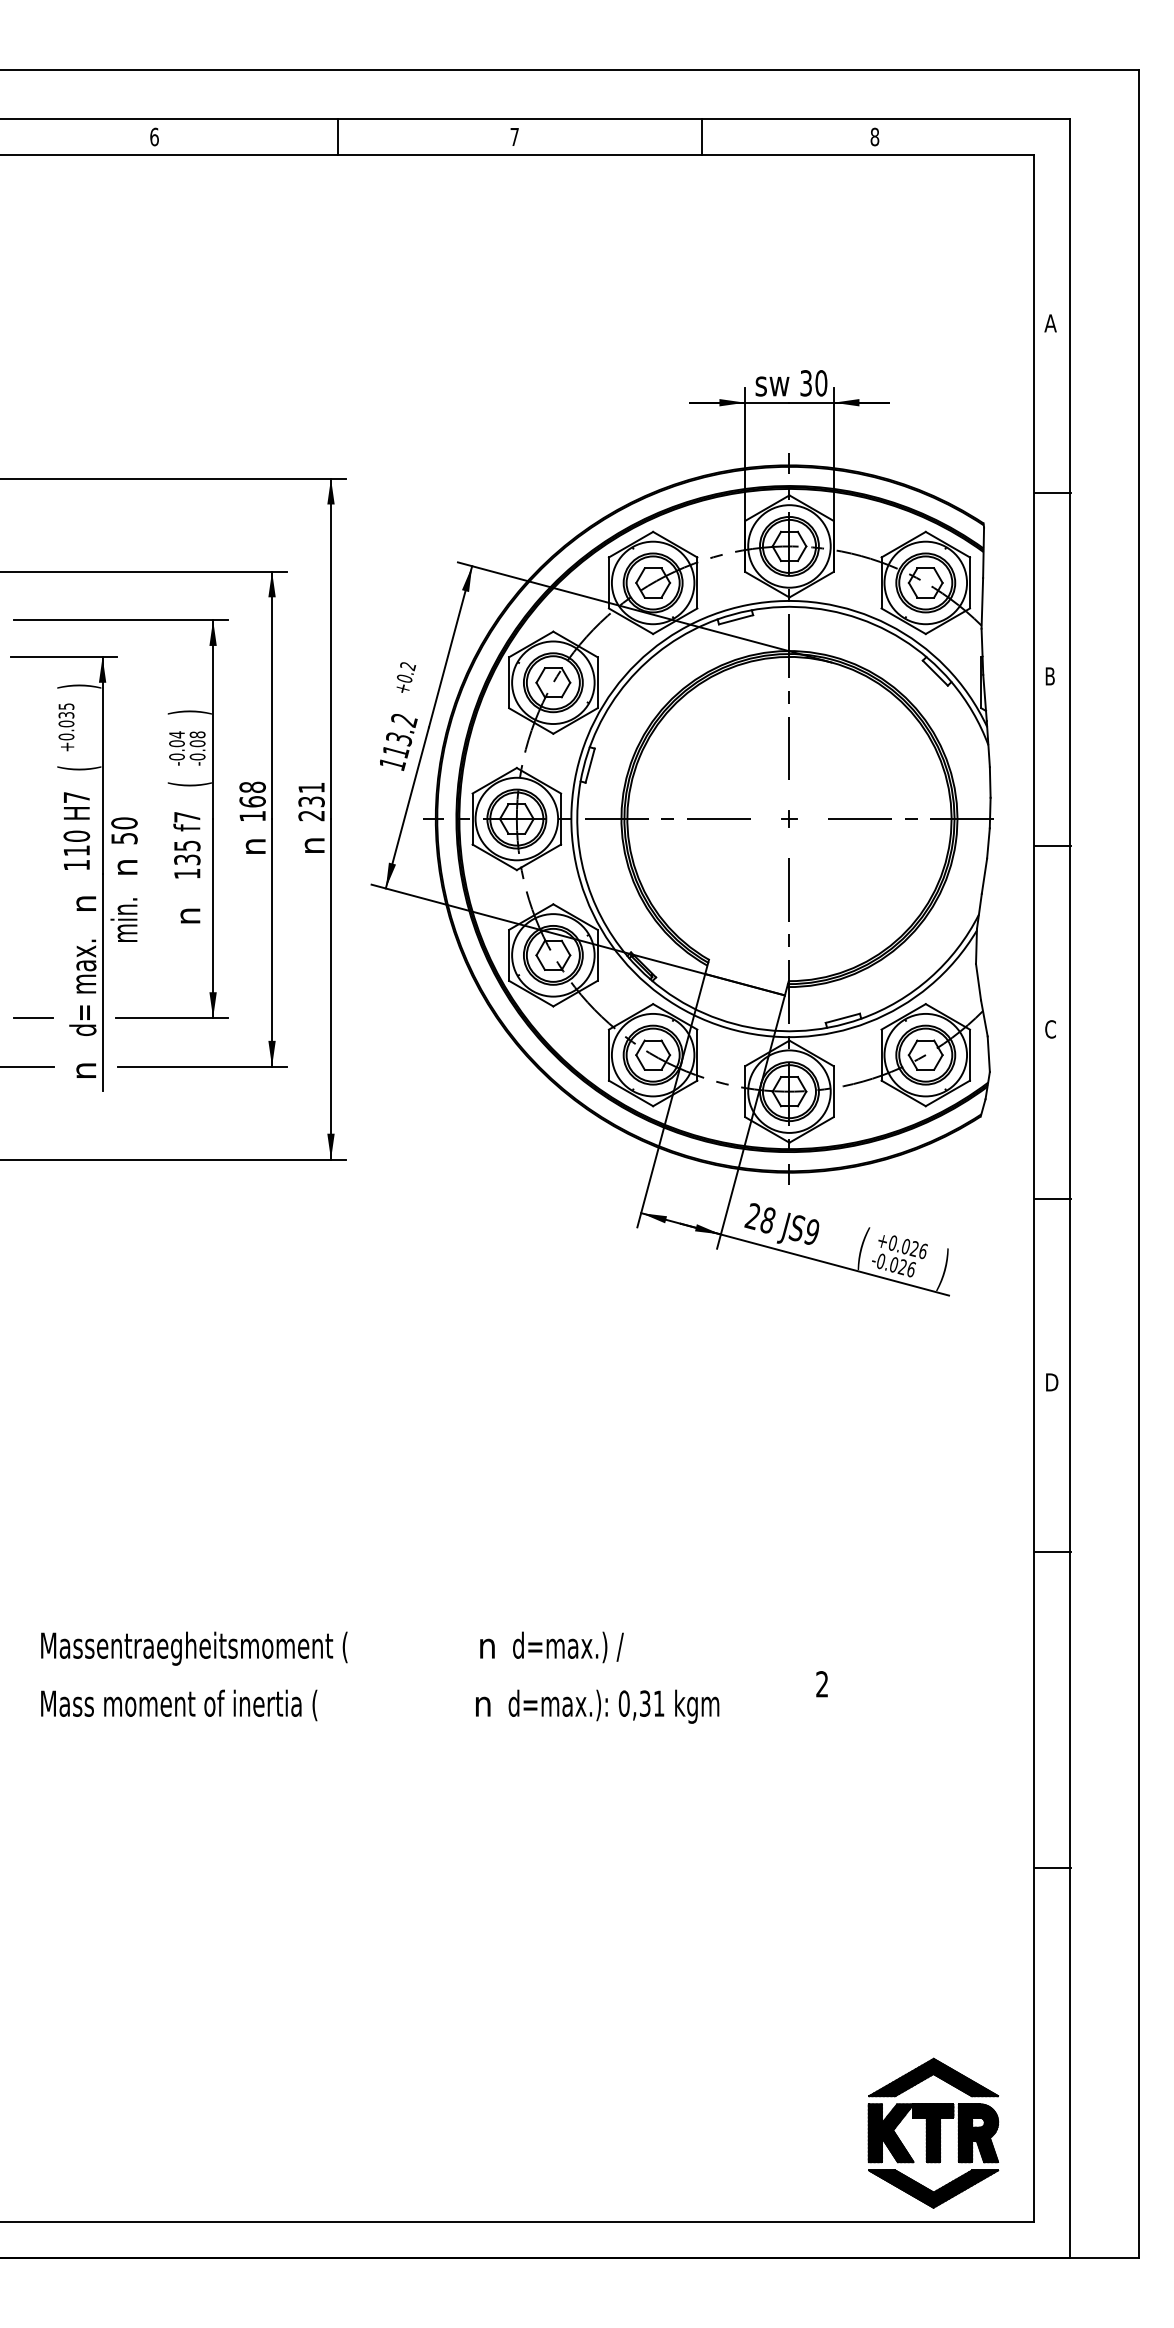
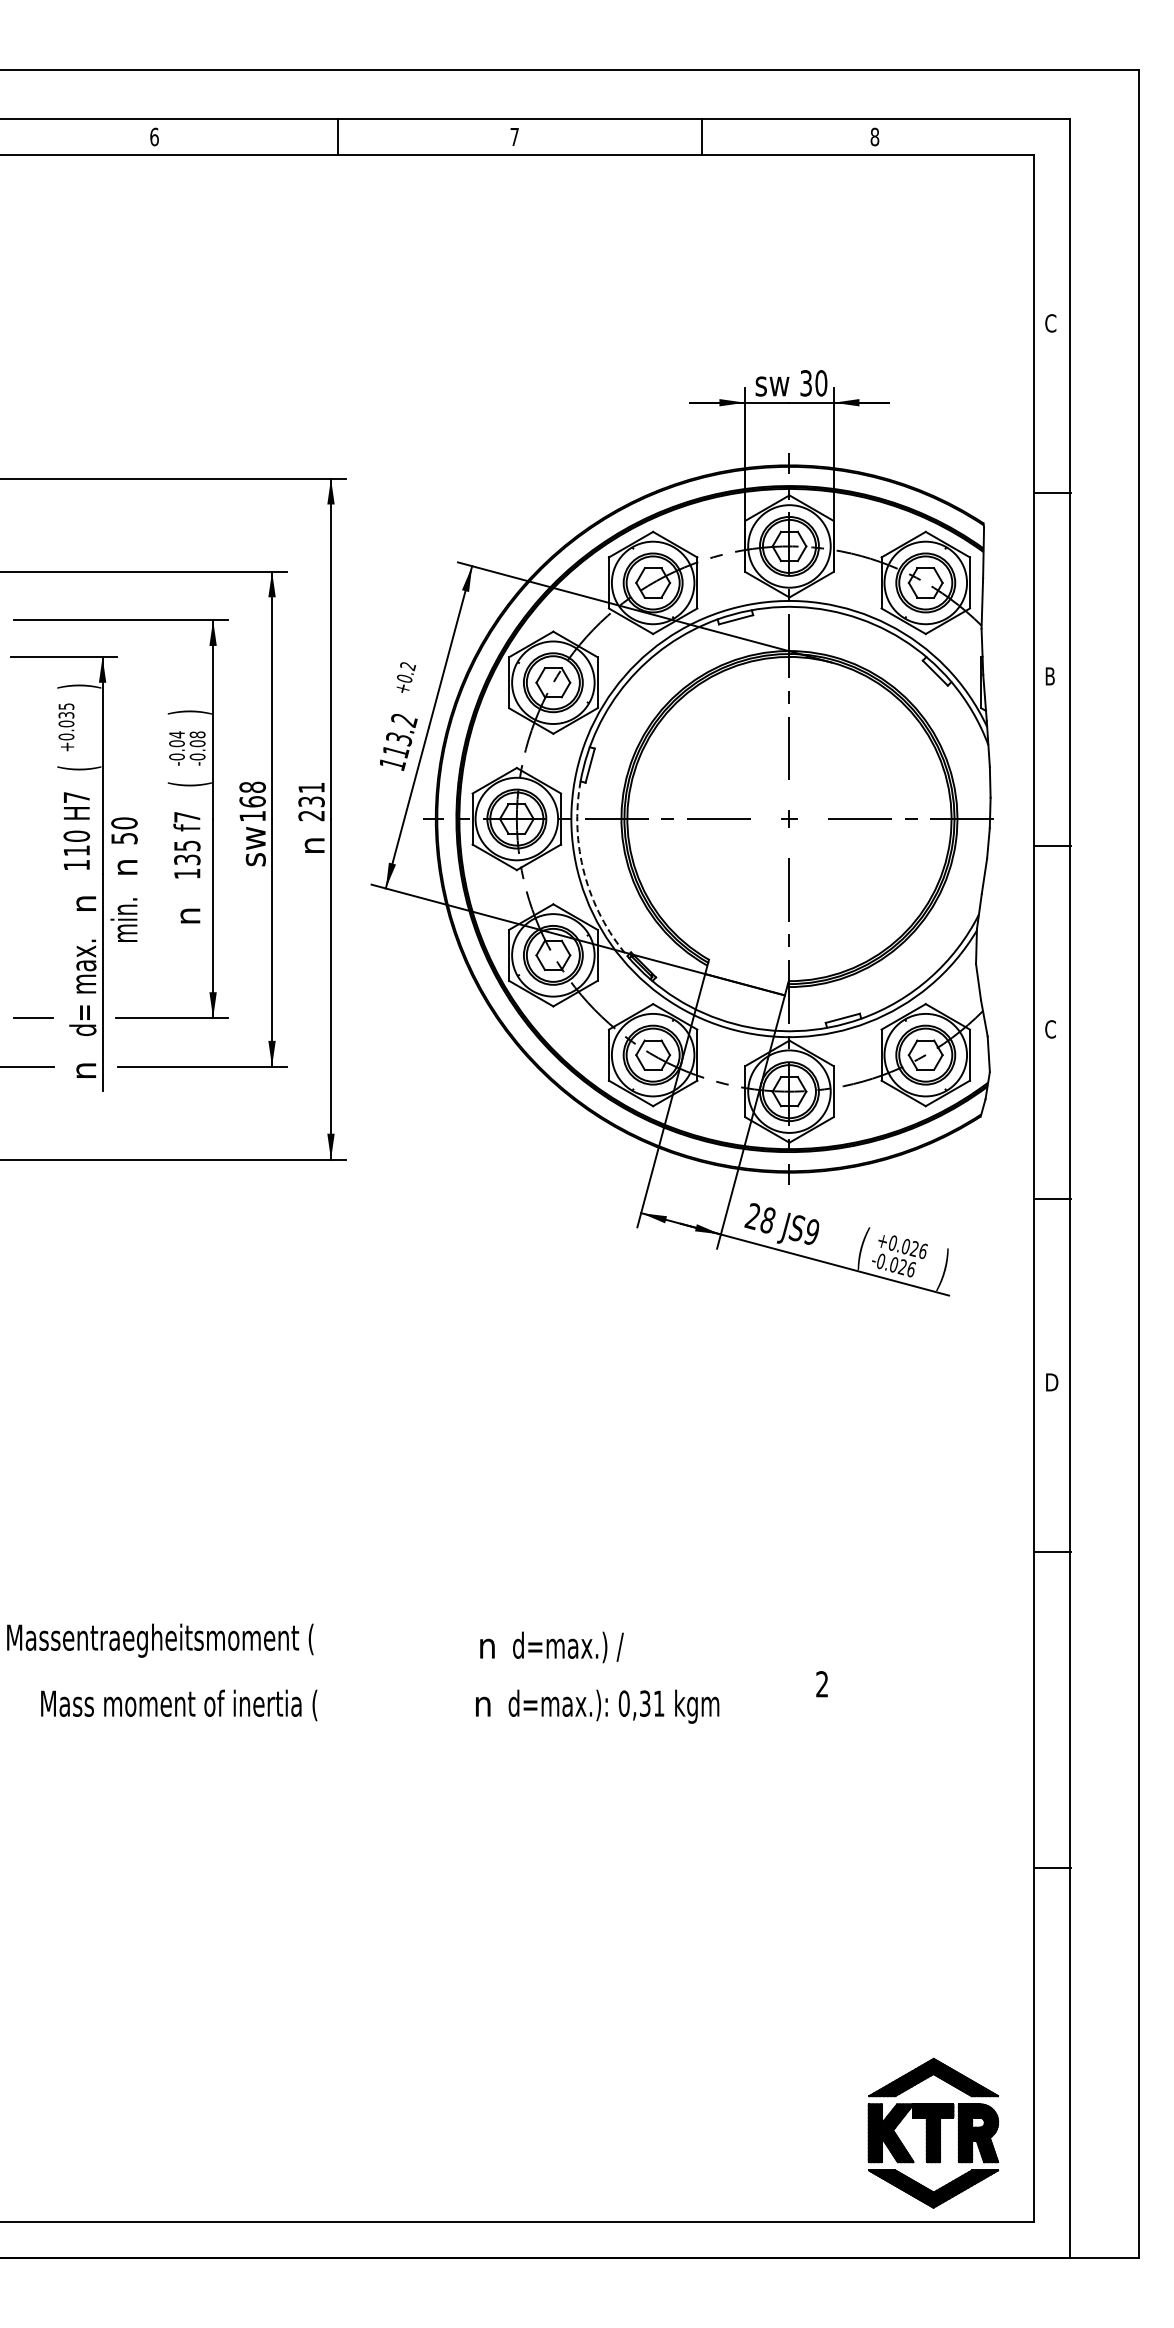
text at (1050, 323): A -> C
text at (255, 846): n -> sw
arc at (584, 873): solid -> dashed
text at (194, 1648) position: (194, 1648) -> (160, 1640)
